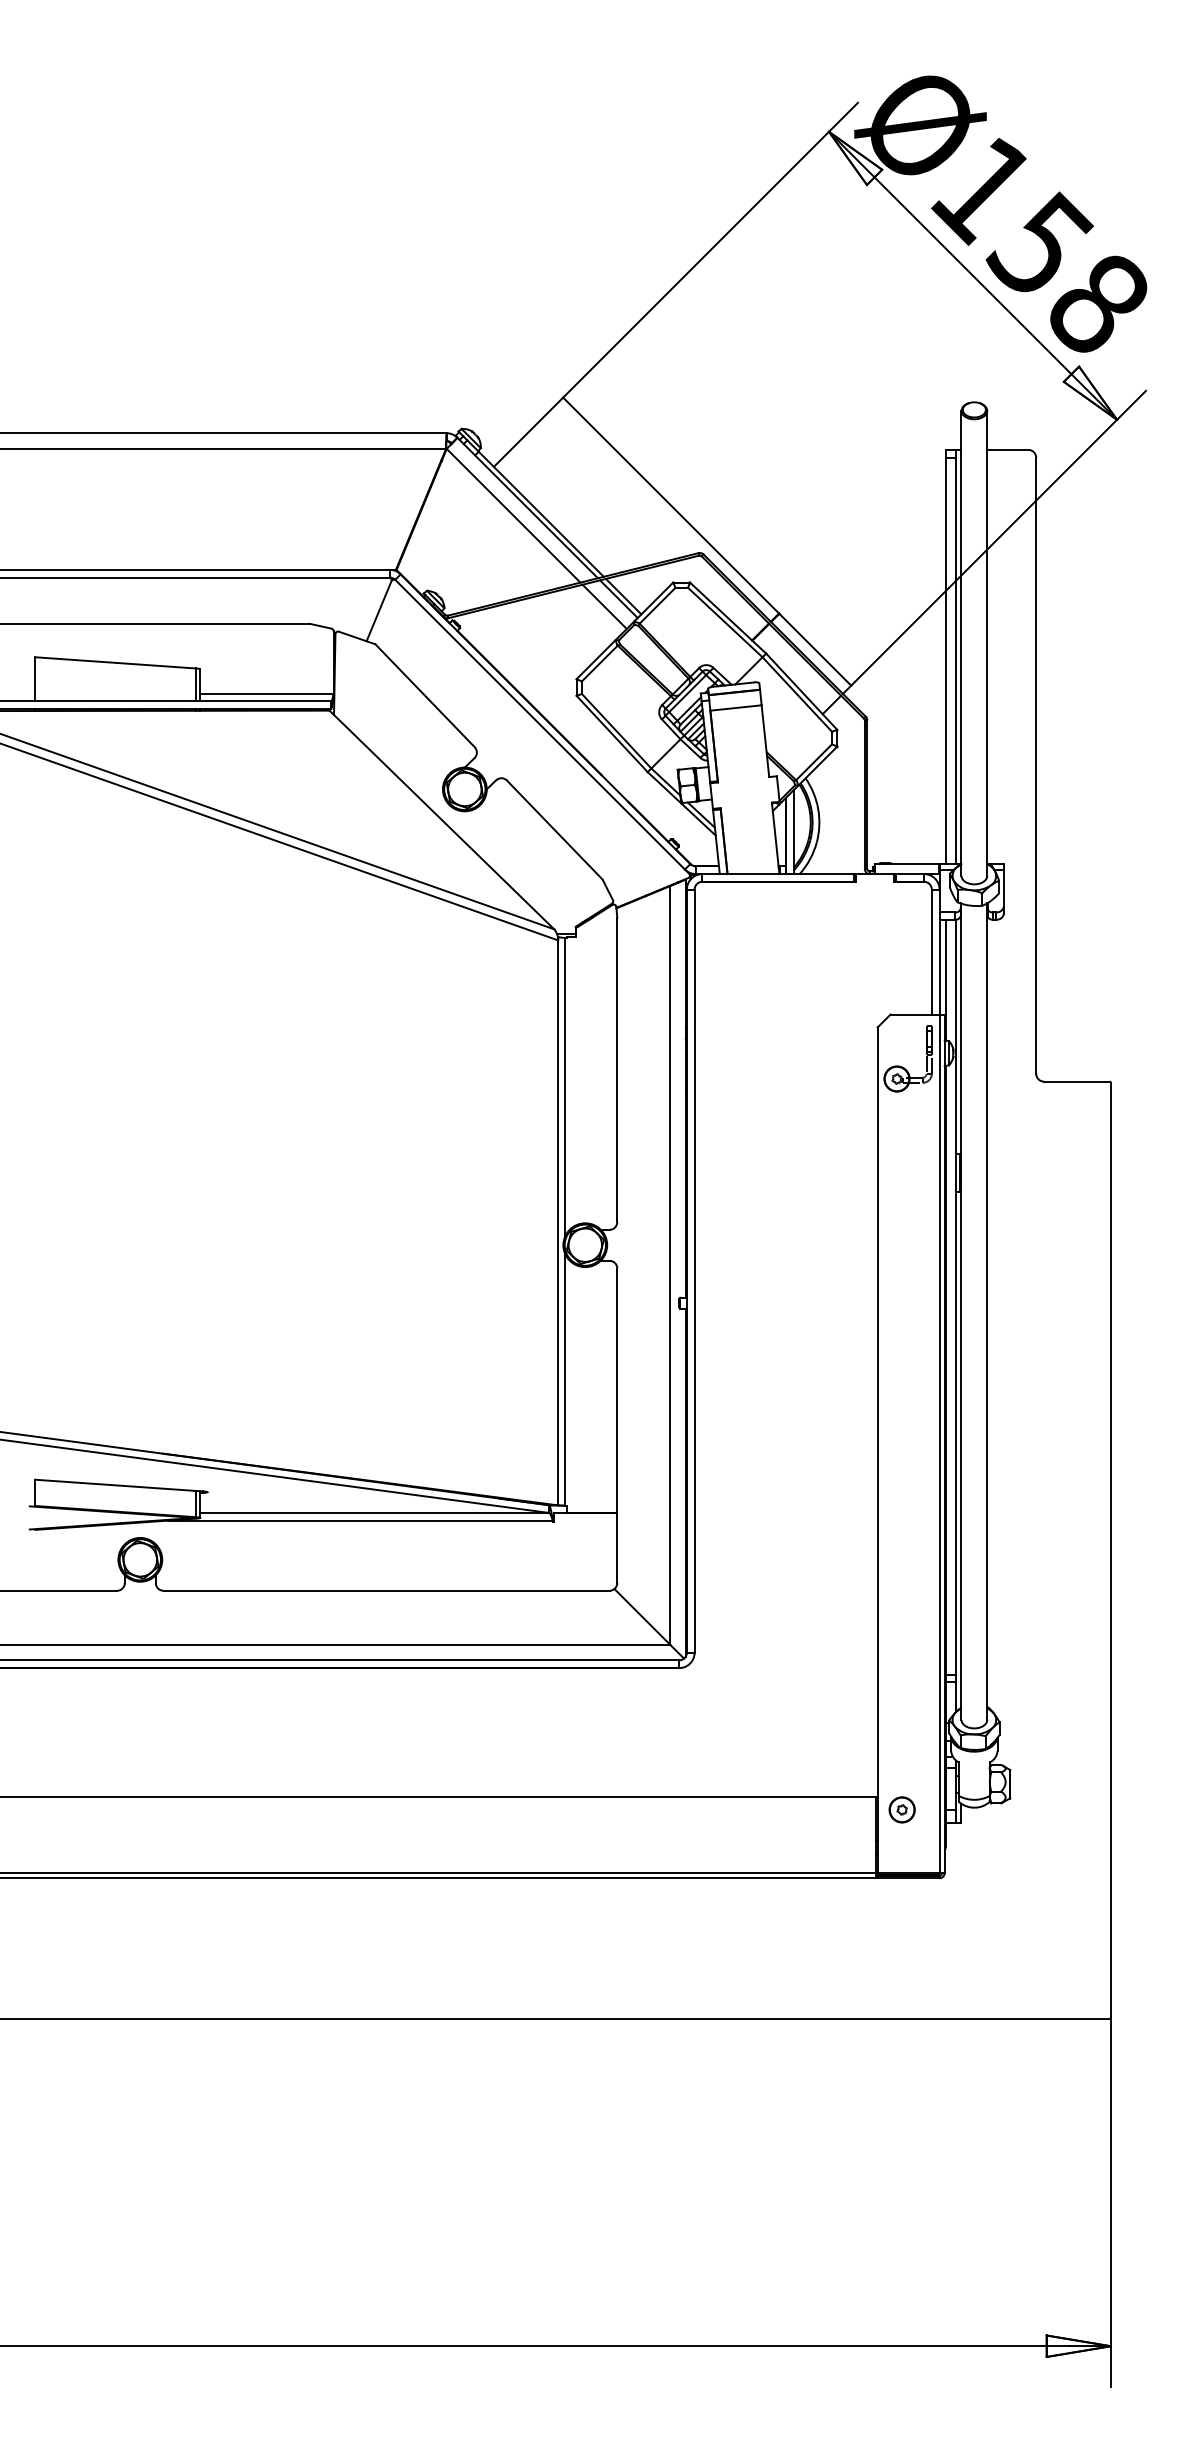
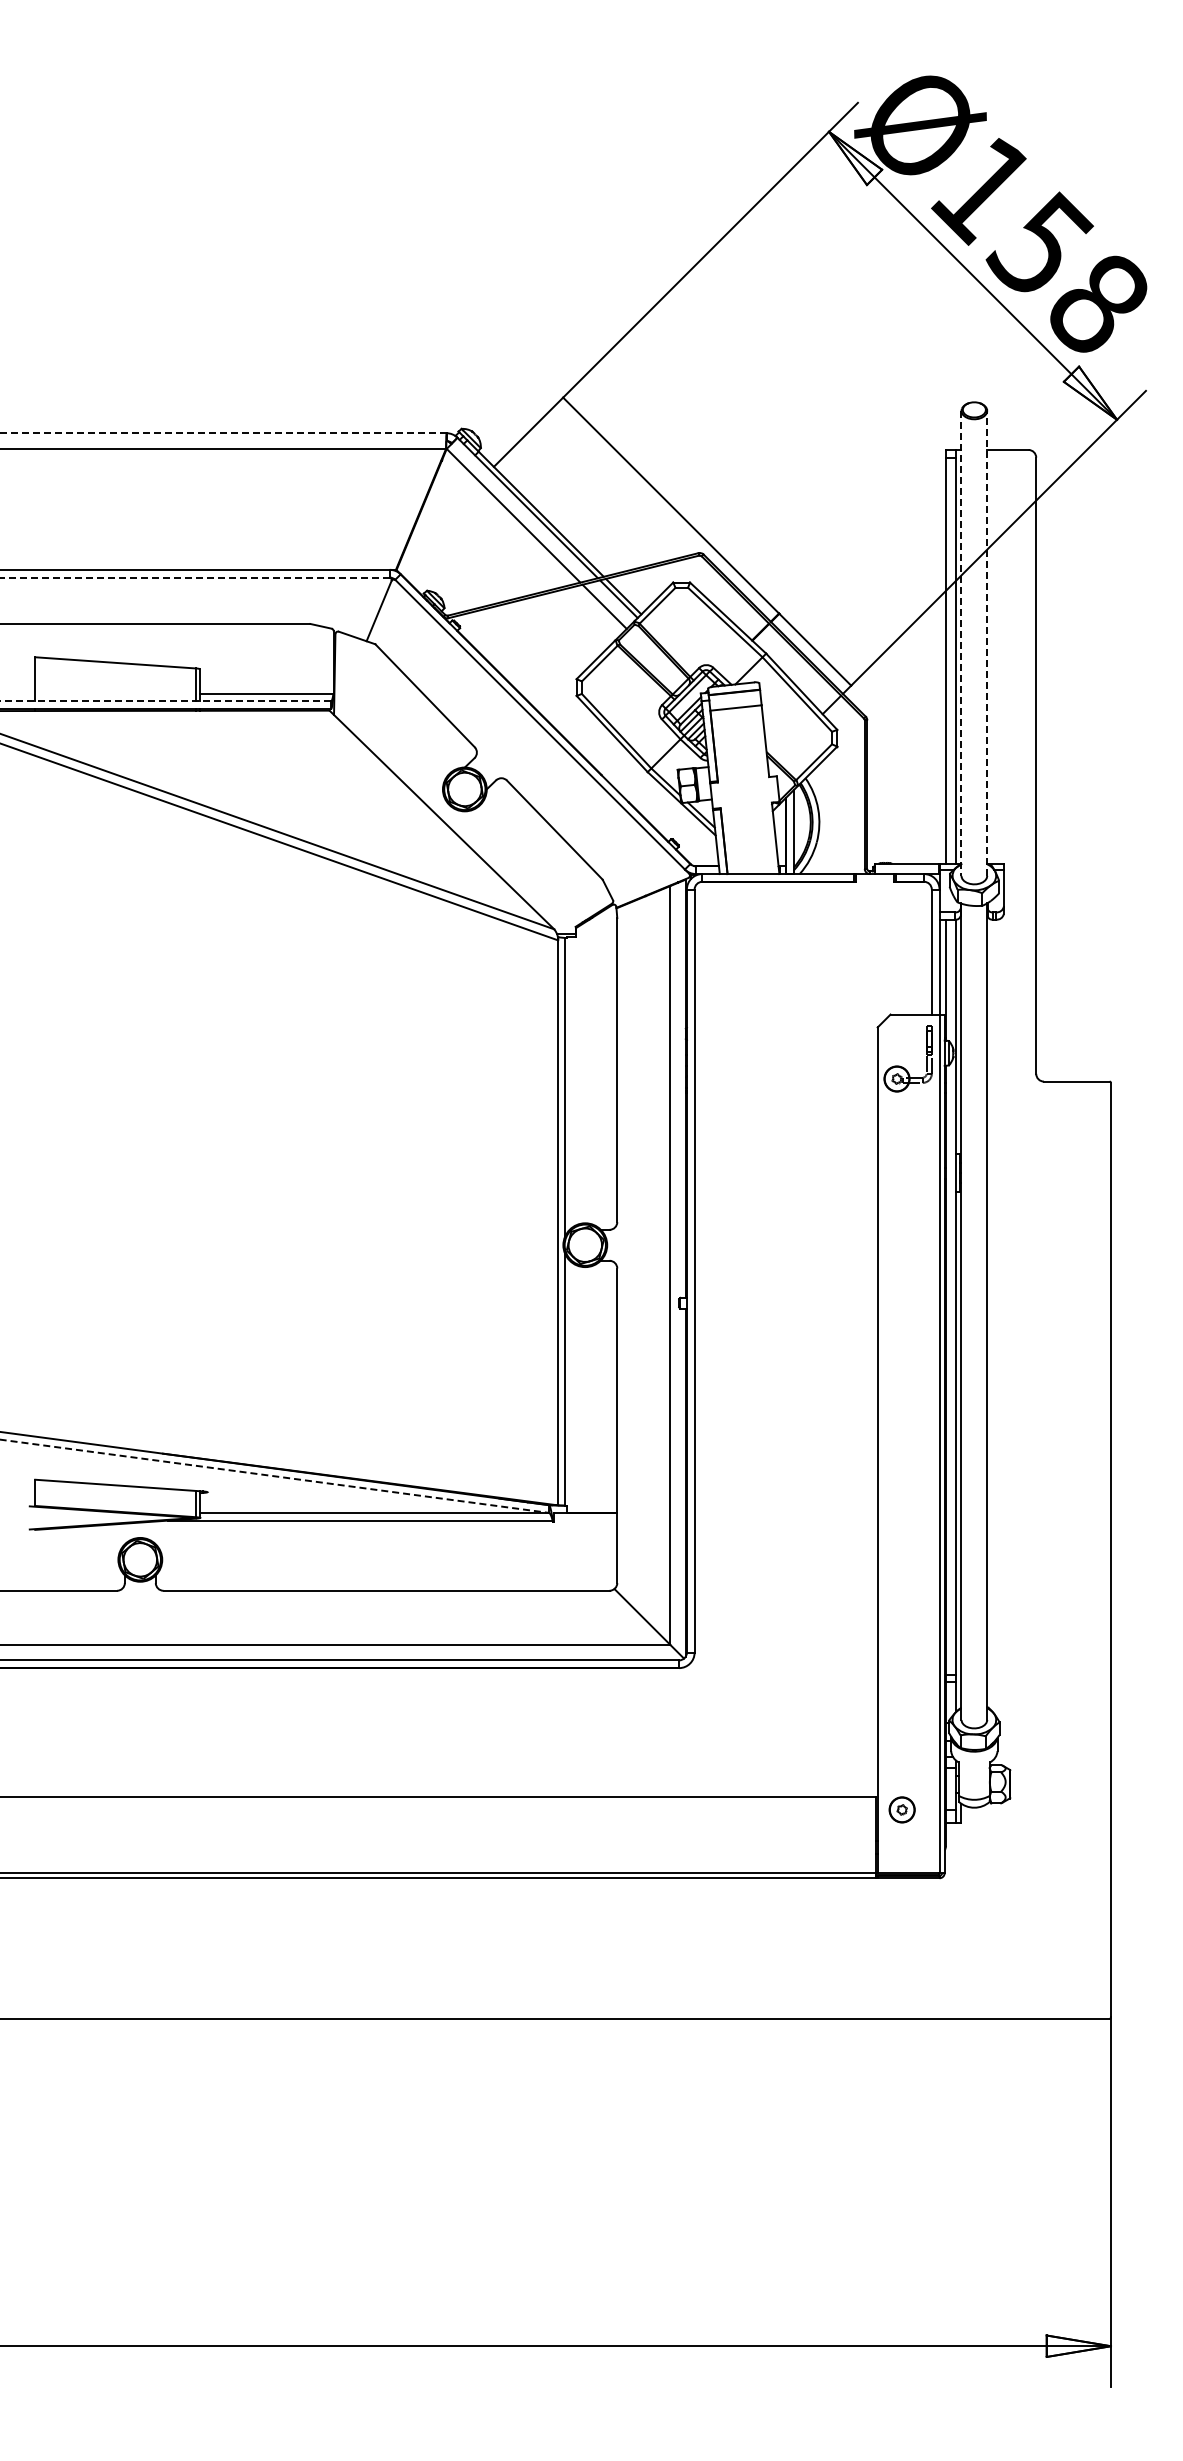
line at (223, 433): solid -> dashed
line at (194, 577): solid -> dashed
line at (961, 643): solid -> dashed
line at (987, 643): solid -> dashed
line at (165, 701): solid -> dashed
line at (274, 1476): solid -> dashed
